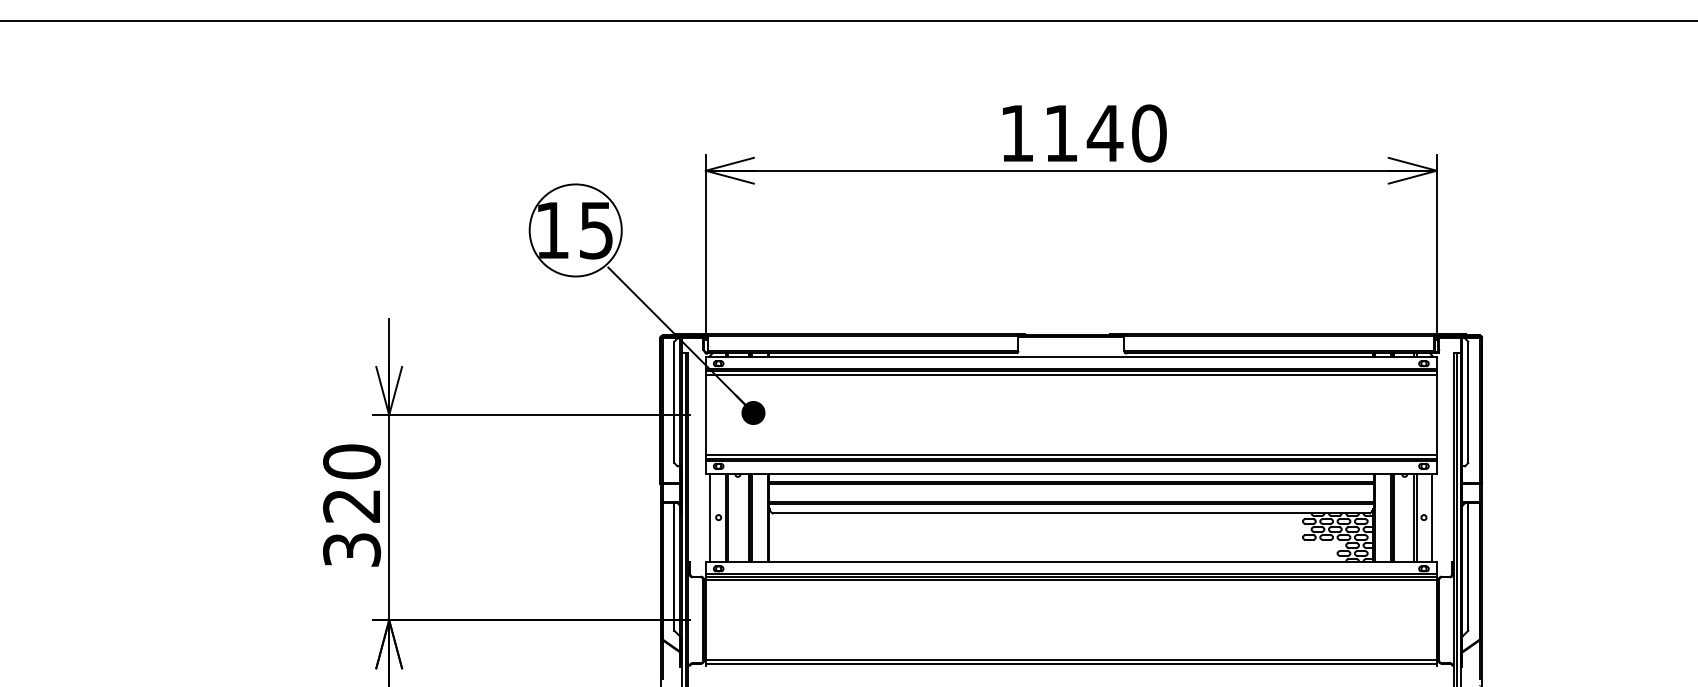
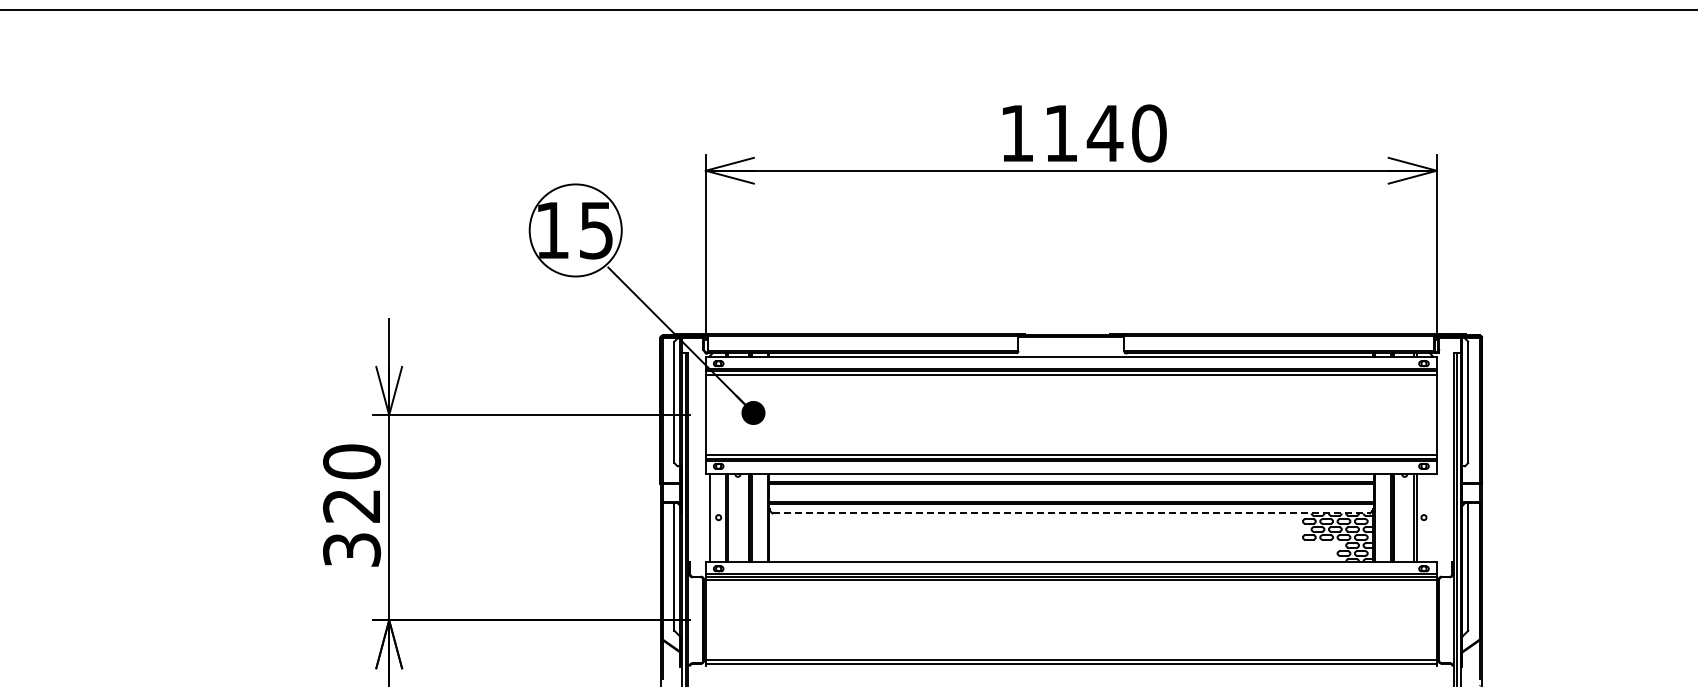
line at (848, 20) position: (848, 20) -> (848, 9)
line at (1071, 513): solid -> dashed
line at (1432, 517): present -> none
